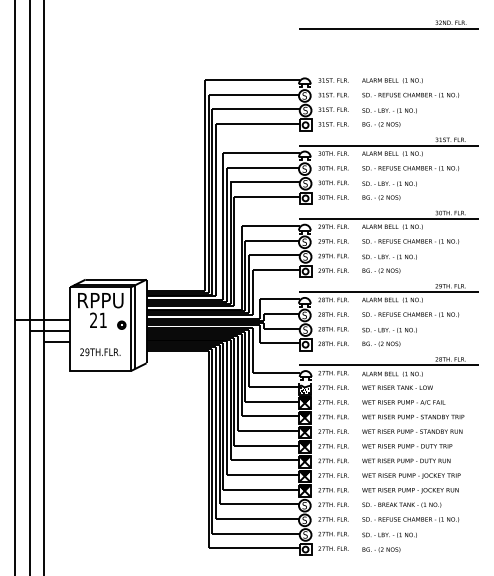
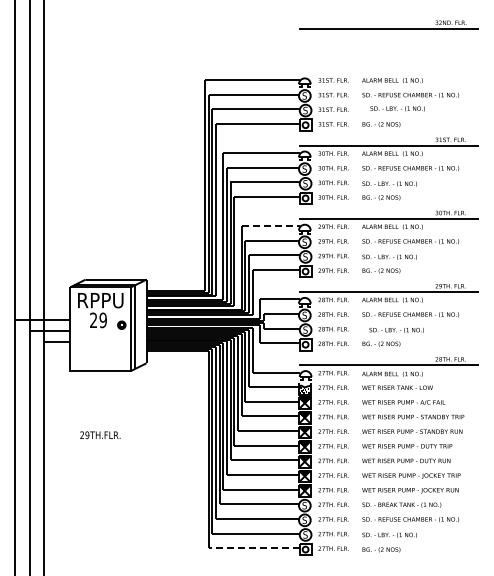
text at (389, 110) position: (389, 110) -> (397, 108)
line at (271, 226): solid -> dashed
text at (102, 320): 21 -> 29
text at (389, 330) position: (389, 330) -> (396, 330)
text at (100, 352) position: (100, 352) -> (100, 435)
line at (254, 548): solid -> dashed
